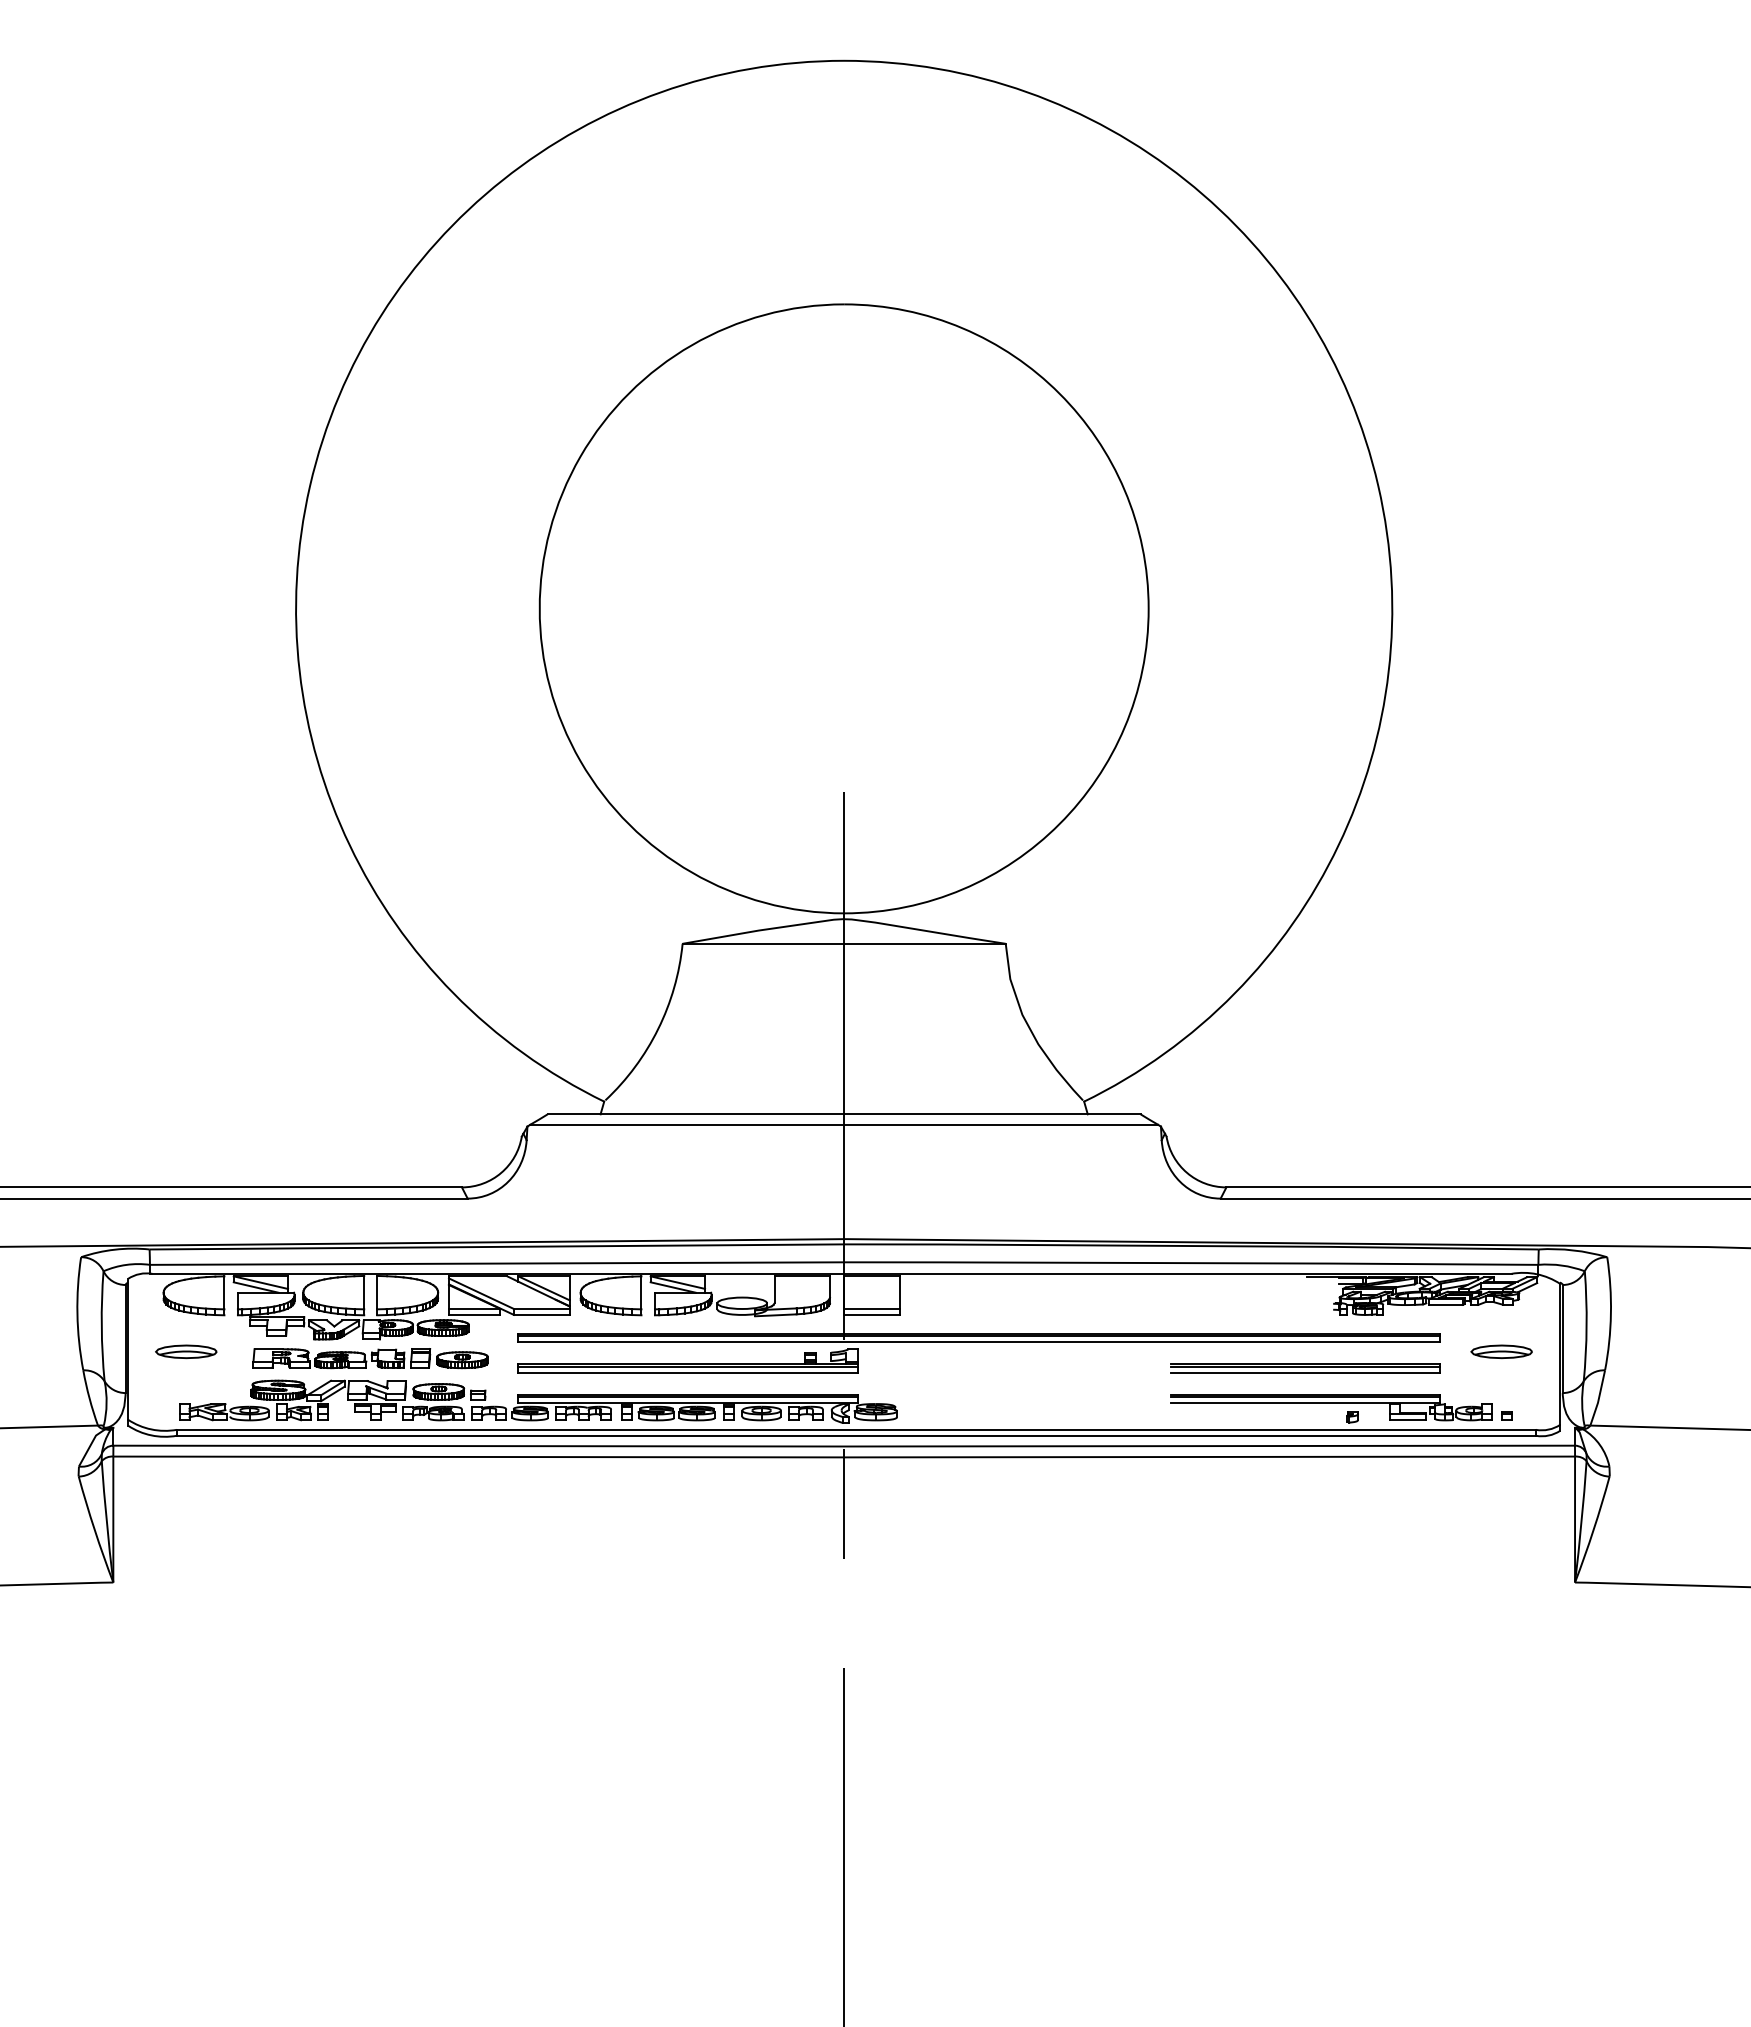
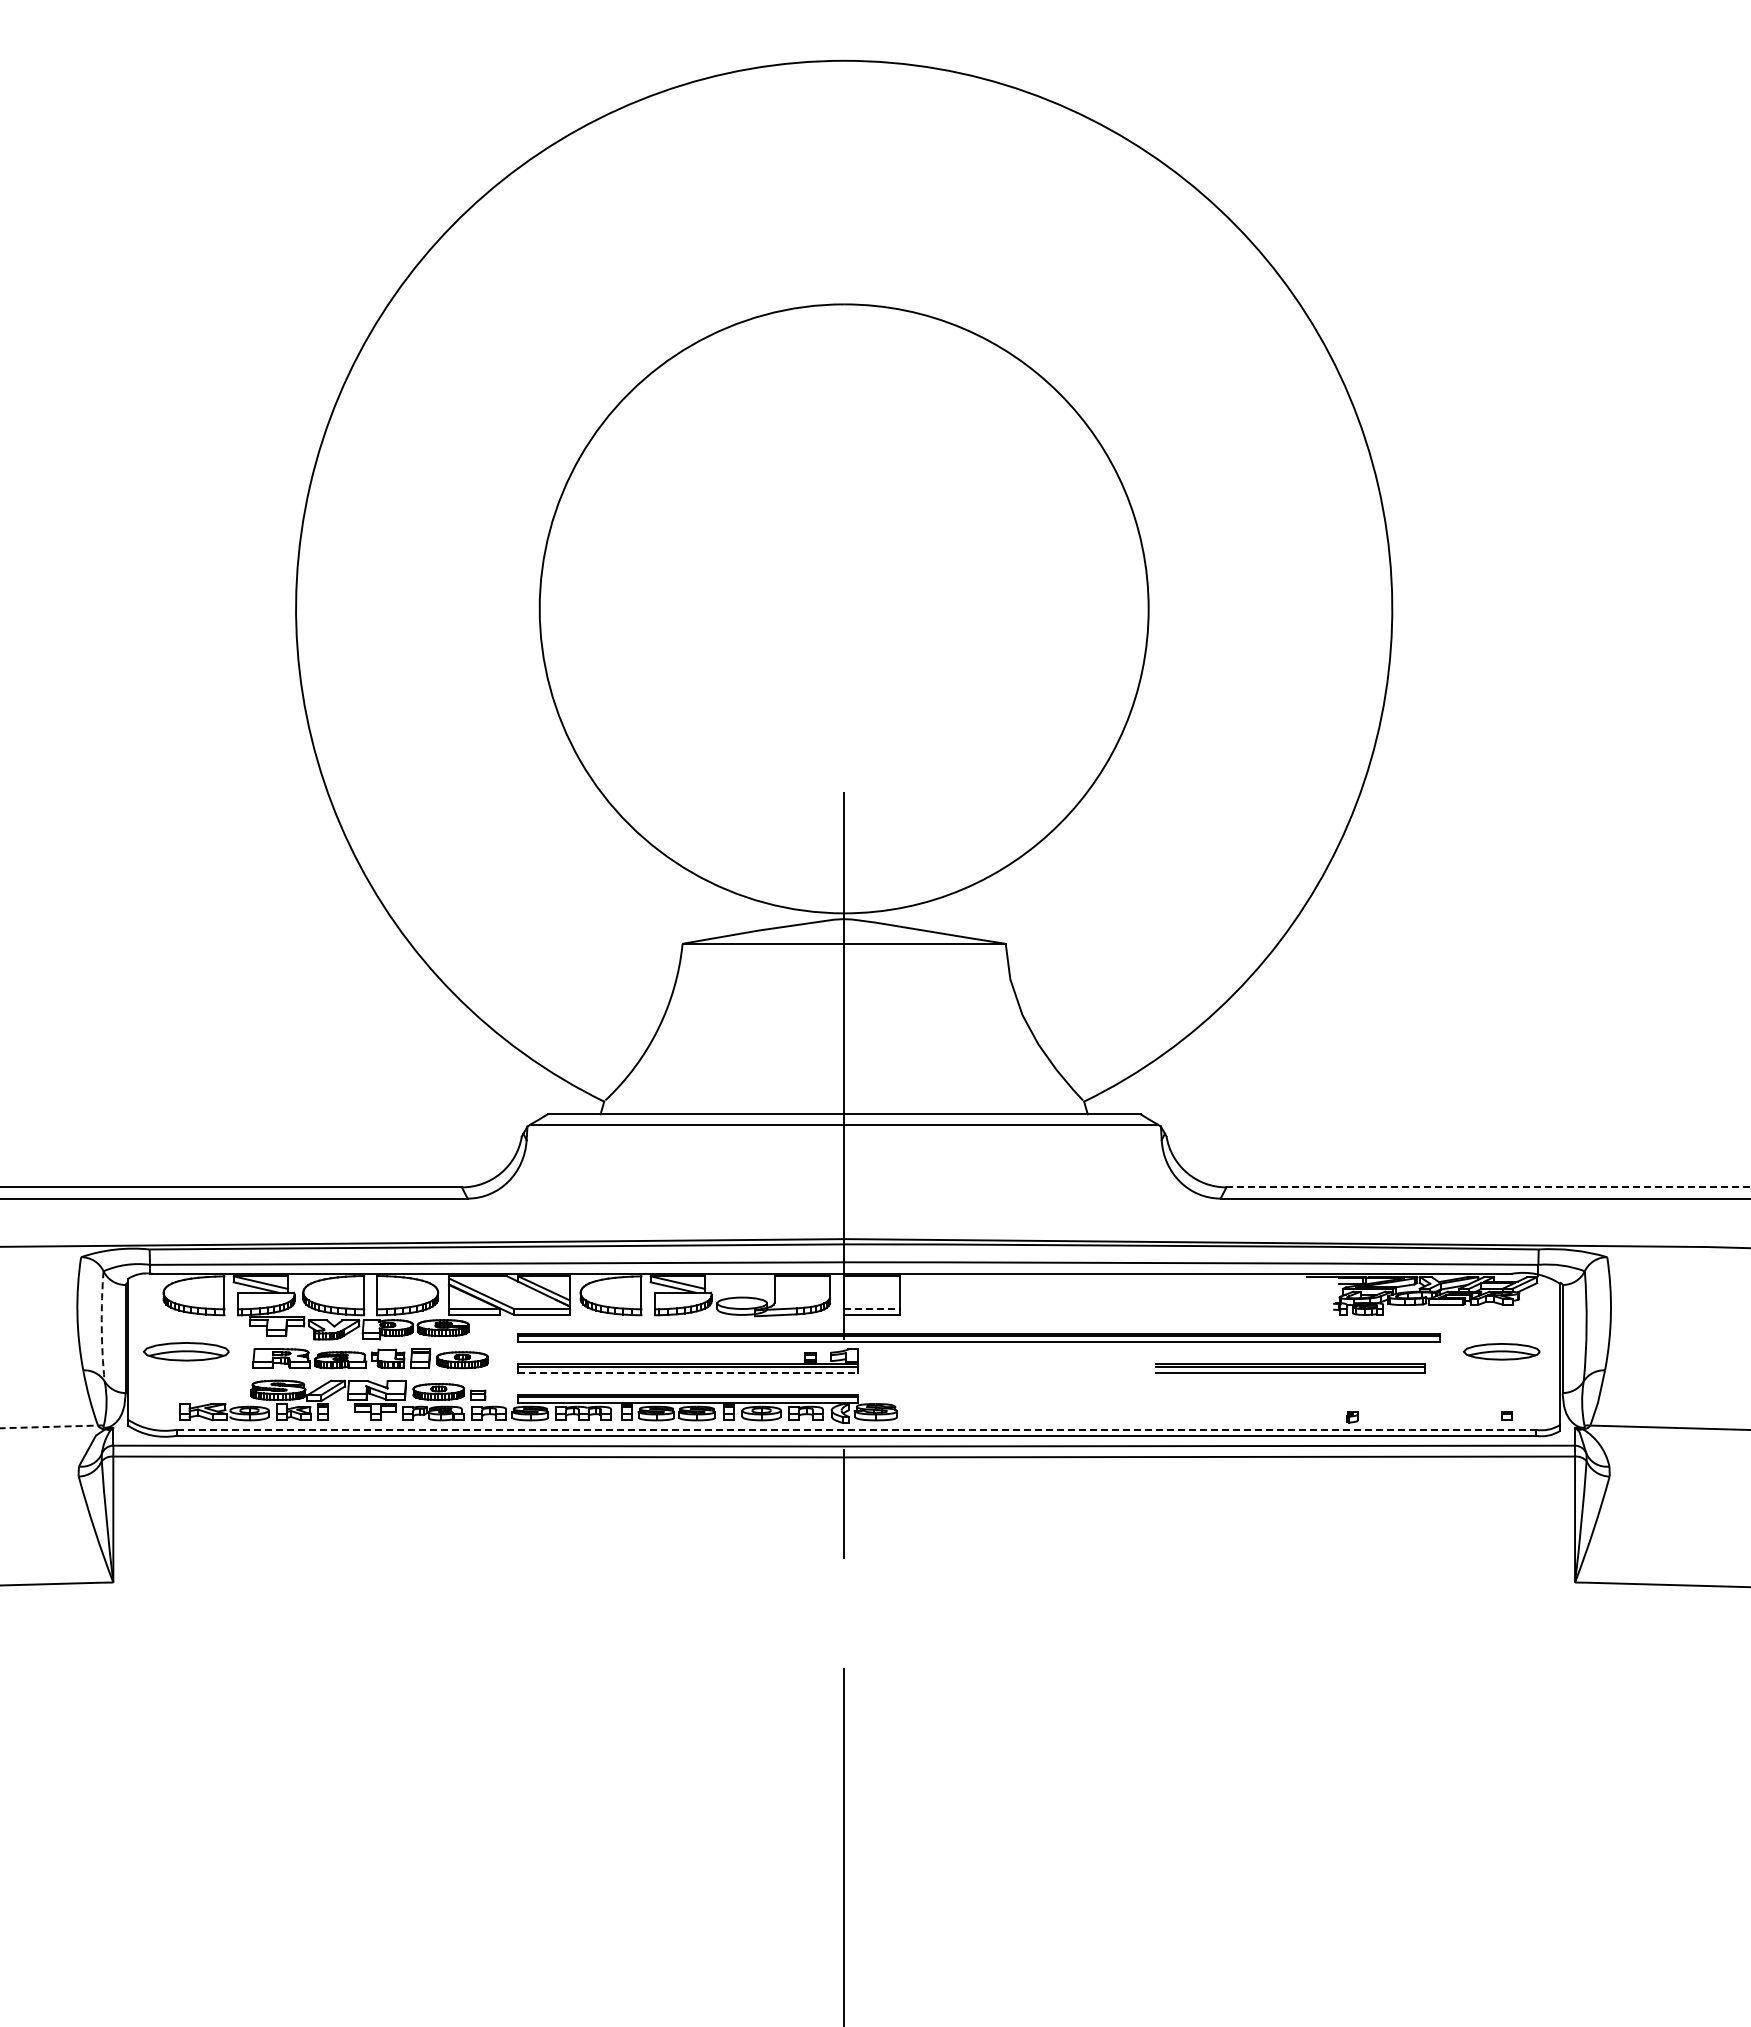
line at (1488, 1187): solid -> dashed
line at (871, 1308): solid -> dashed
arc at (101, 1326): solid -> dashed
part at (186, 1351) size: 63x16 px -> 88x20 px
part at (1501, 1351) size: 63x16 px -> 79x18 px
part at (1305, 1368) position: (1305, 1368) -> (1290, 1368)
line at (688, 1372): solid -> dashed
part at (1331, 1407): present -> none
line at (49, 1426): solid -> dashed
line at (856, 1429): solid -> dashed
